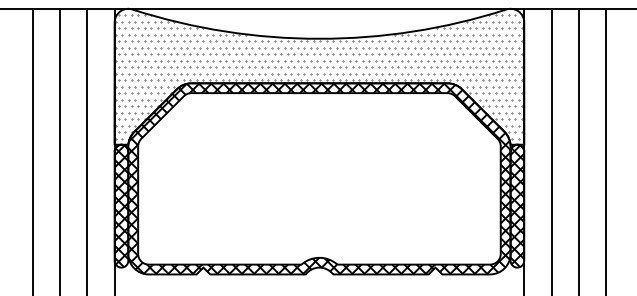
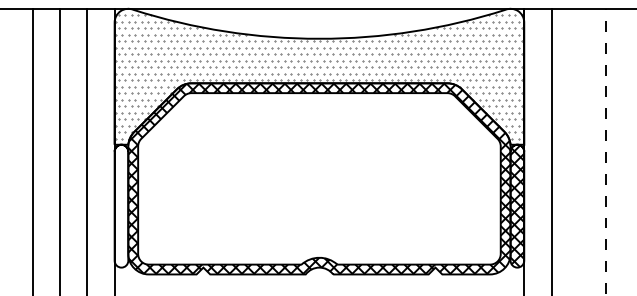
line at (578, 150): present -> none
line at (606, 151): solid -> dashed
hatch at (121, 206): present -> none
